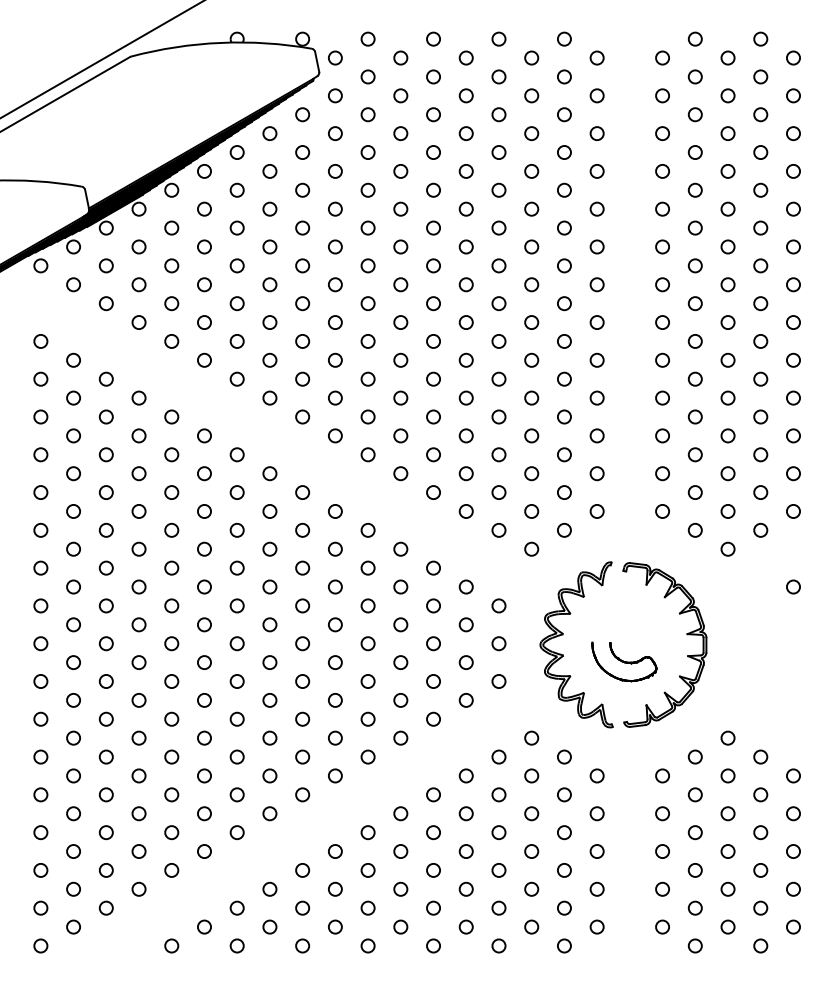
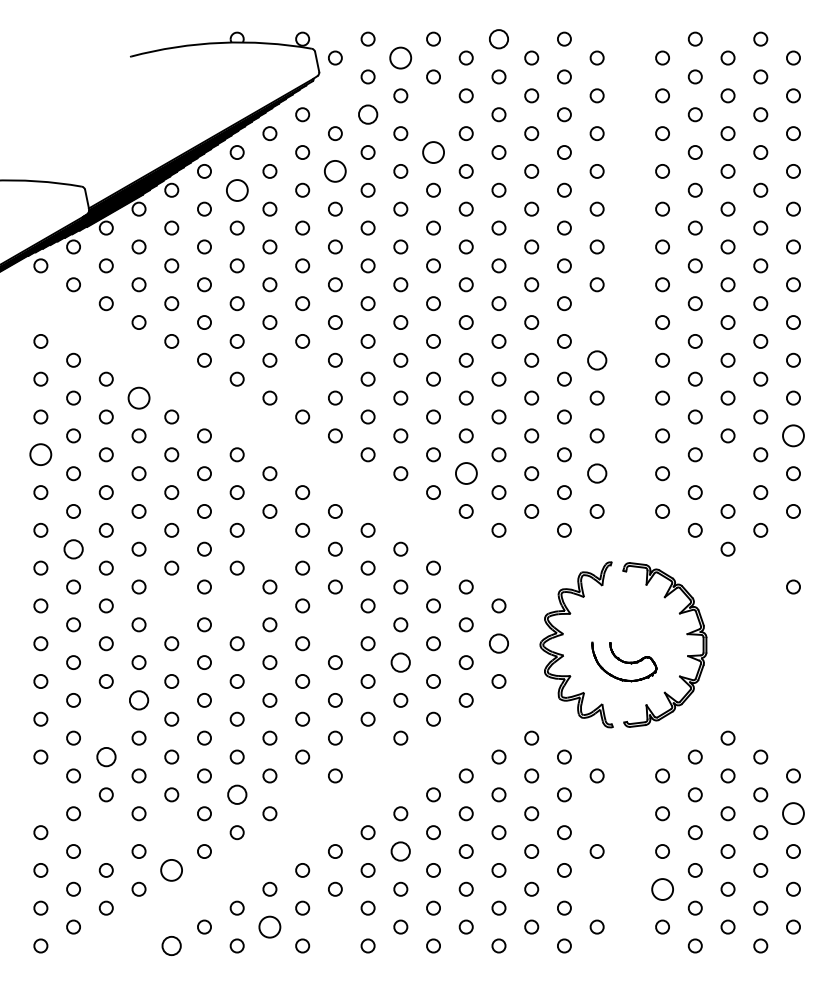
circle at (498, 38) size: 16x16 px -> 20x21 px
circle at (400, 57) size: 16x16 px -> 24x24 px
line at (101, 59): present -> none
line at (66, 93): present -> none
circle at (335, 95): present -> none
circle at (367, 114) size: 16x16 px -> 21x21 px
circle at (433, 114): present -> none
circle at (433, 152) size: 15x15 px -> 23x23 px
circle at (335, 171) size: 15x15 px -> 23x23 px
circle at (236, 189) size: 16x16 px -> 23x23 px
circle at (596, 322): present -> none
circle at (596, 359) size: 16x16 px -> 21x21 px
circle at (302, 378): present -> none
circle at (138, 397) size: 16x16 px -> 24x24 px
circle at (793, 435) size: 15x16 px -> 23x24 px
circle at (40, 454) size: 16x16 px -> 24x23 px
circle at (465, 473) size: 16x16 px -> 23x23 px
circle at (596, 473) size: 16x16 px -> 21x21 px
circle at (727, 473): present -> none
circle at (73, 548) size: 15x16 px -> 21x21 px
circle at (269, 548): present -> none
circle at (531, 548): present -> none
circle at (171, 605): present -> none
circle at (236, 605): present -> none
circle at (335, 624): present -> none
circle at (498, 643) size: 16x16 px -> 20x21 px
circle at (400, 662) size: 16x15 px -> 21x21 px
circle at (138, 700) size: 16x15 px -> 21x21 px
circle at (105, 718): present -> none
circle at (105, 756) size: 16x16 px -> 21x21 px
circle at (367, 756): present -> none
circle at (40, 794): present -> none
circle at (236, 794) size: 16x16 px -> 21x21 px
circle at (302, 794): present -> none
circle at (596, 813): present -> none
circle at (793, 813) size: 15x16 px -> 23x23 px
circle at (105, 832): present -> none
circle at (171, 832): present -> none
circle at (400, 851) size: 16x15 px -> 21x21 px
circle at (171, 870) size: 16x15 px -> 23x23 px
circle at (596, 888): present -> none
circle at (662, 888) size: 15x16 px -> 23x23 px
circle at (269, 926) size: 16x16 px -> 24x24 px
circle at (335, 926): present -> none
circle at (171, 945) size: 16x16 px -> 21x20 px
